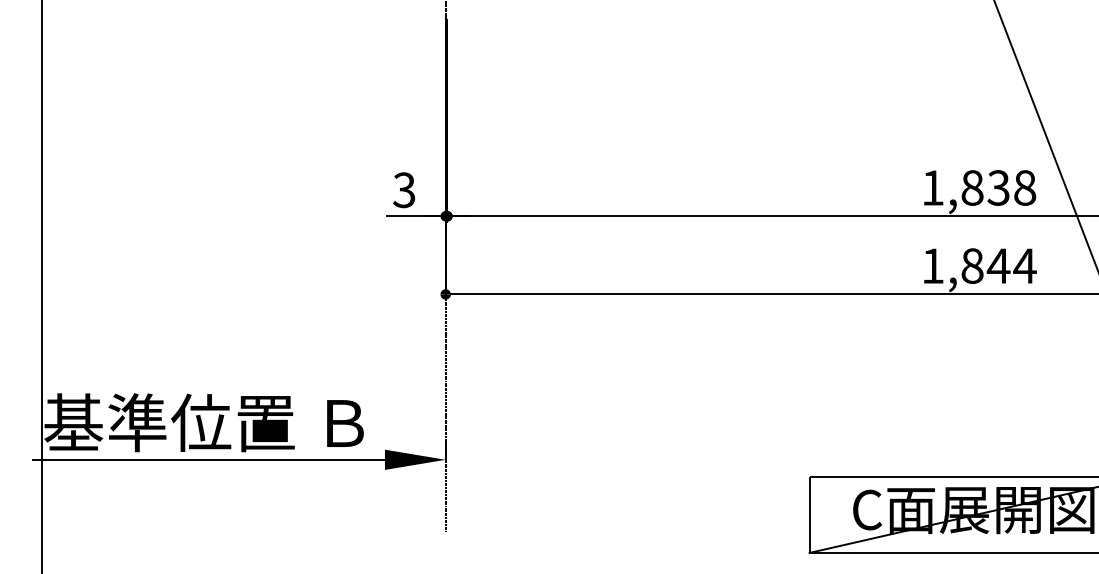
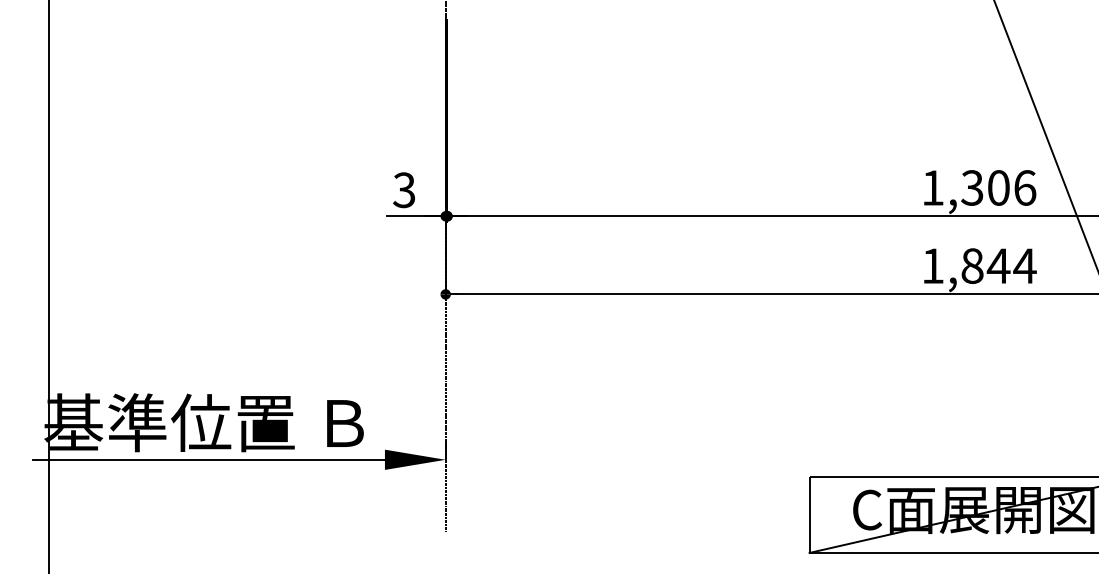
text at (998, 187): 1,838 -> 1,306
line at (41, 286) position: (41, 286) -> (48, 286)
